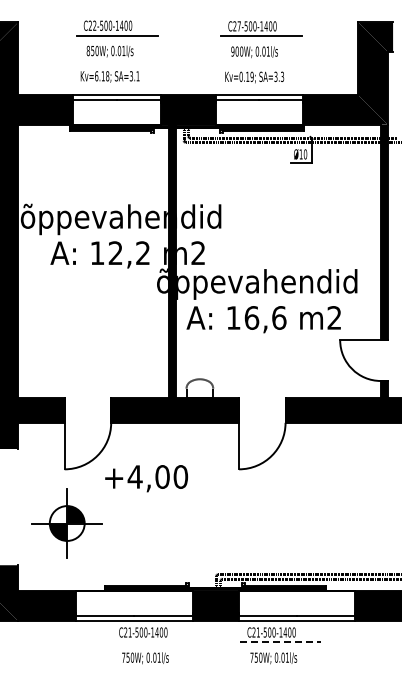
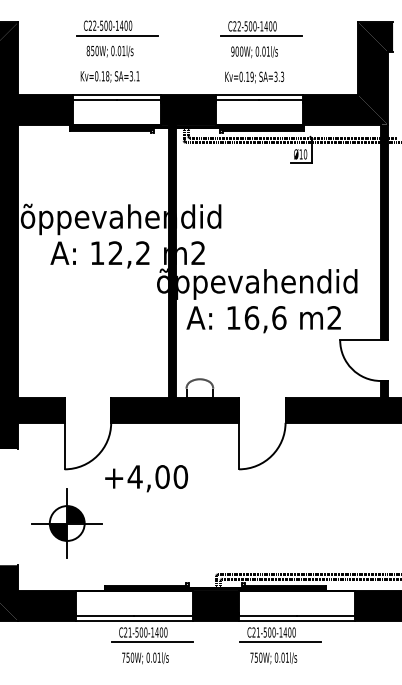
text at (238, 26): C27-500-1400 -> C22-500-1400
text at (96, 75): Kv=6.18; -> Kv=0.18;
line at (152, 642): none -> present
line at (280, 642): dashed -> solid
